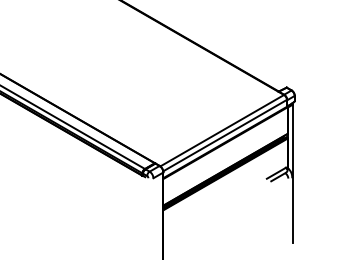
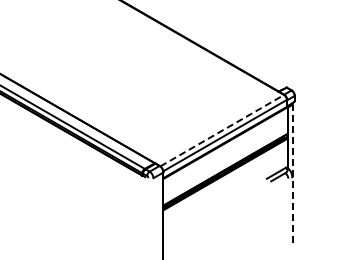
line at (222, 130): solid -> dashed
line at (292, 173): solid -> dashed
